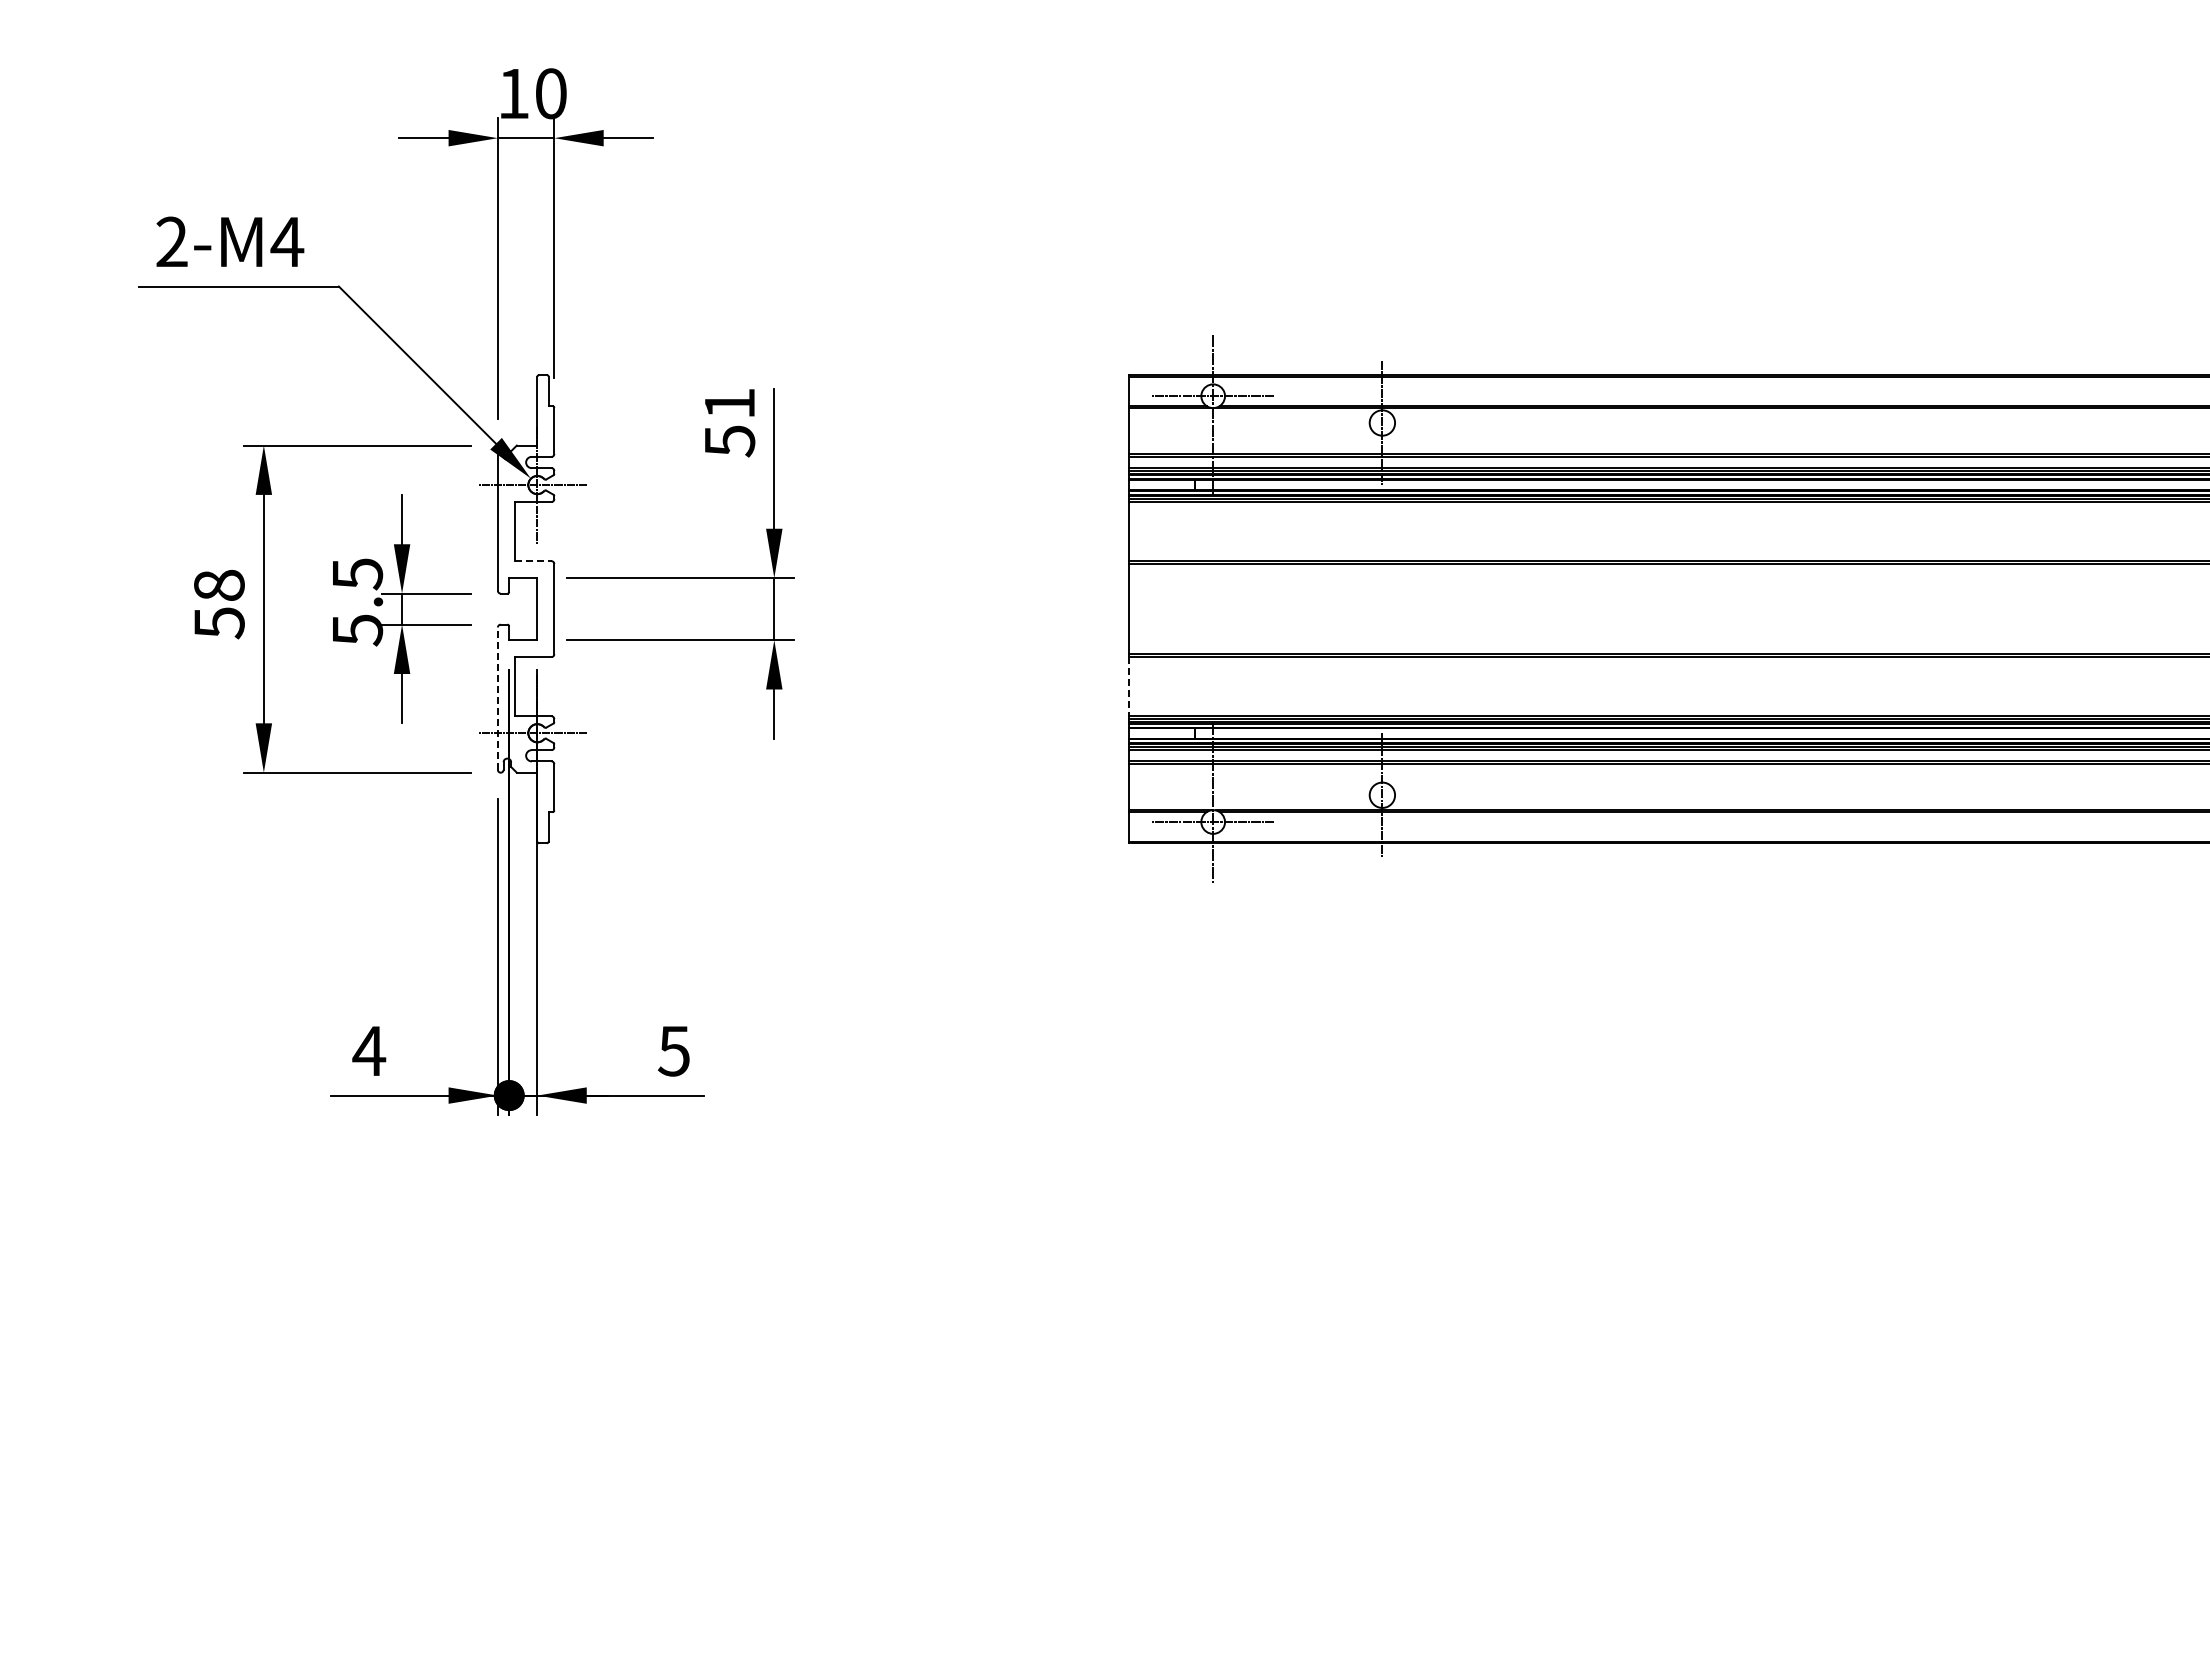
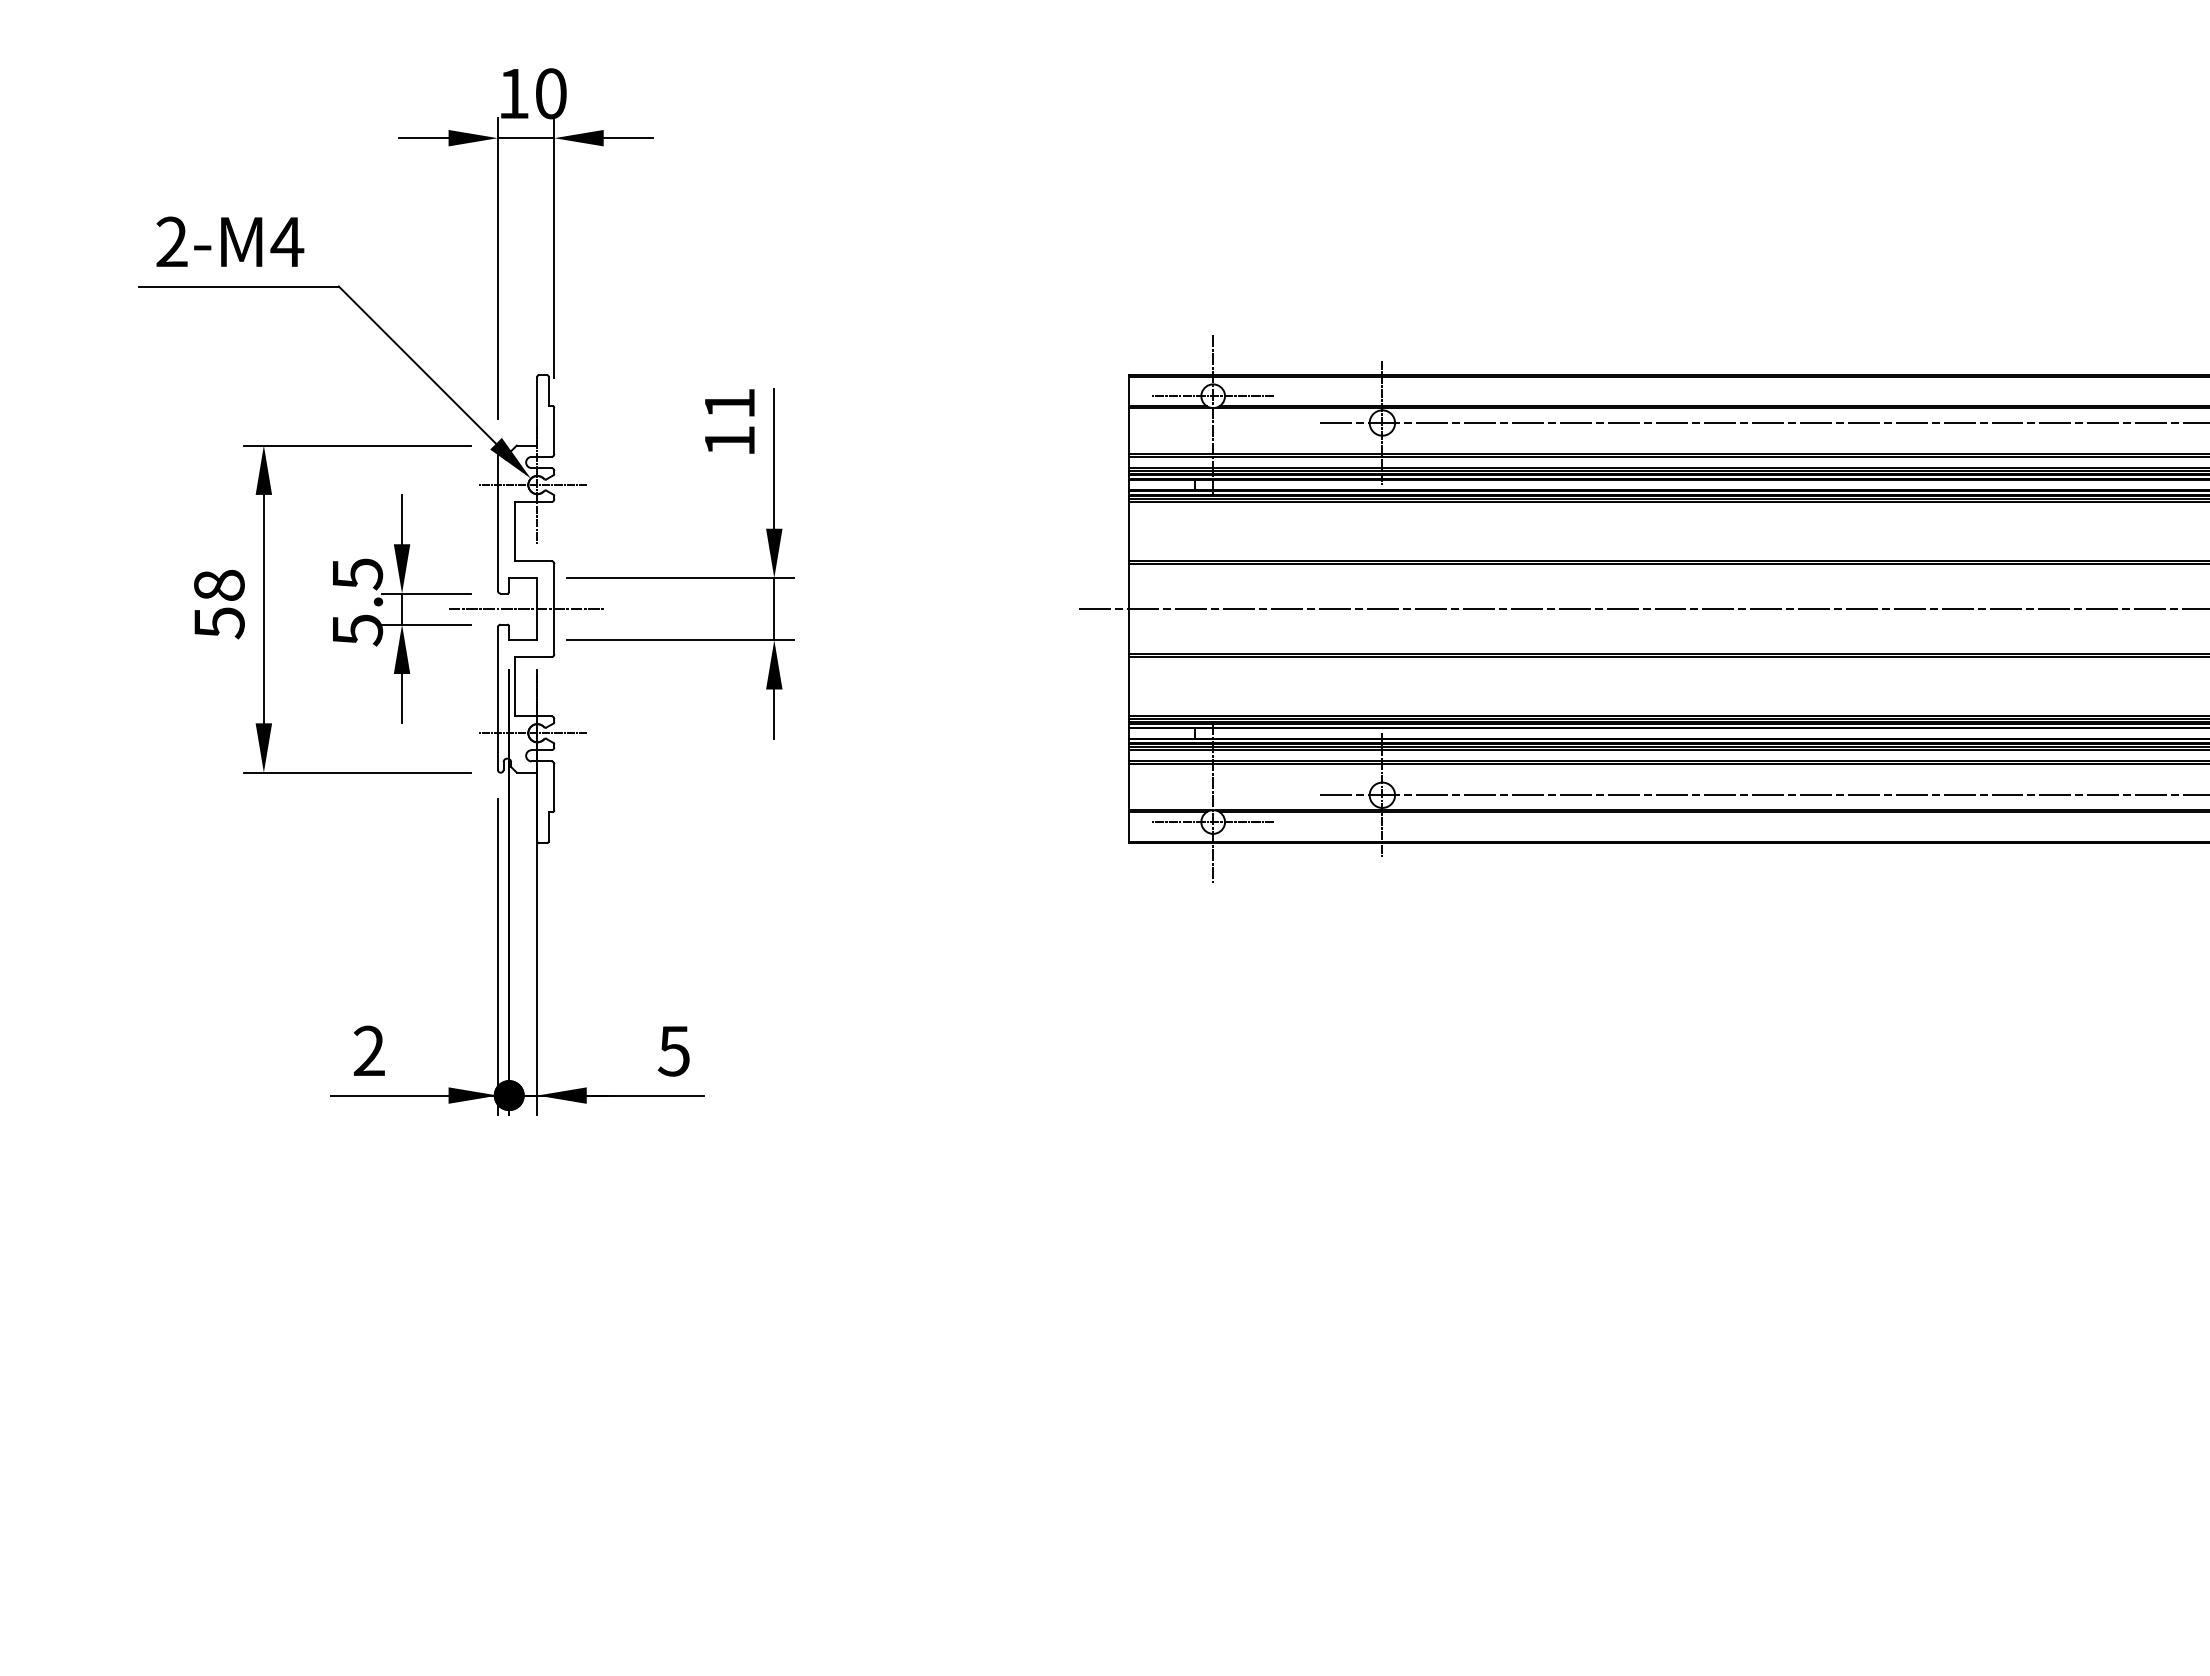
line at (1763, 423): none -> present
text at (730, 441): 51 -> 11
line at (533, 561): dashed -> solid
line at (525, 609): none -> present
line at (1642, 609): none -> present
line at (1128, 686): dashed -> solid
line at (497, 698): dashed -> solid
line at (1763, 795): none -> present
text at (369, 1050): 4 -> 2
